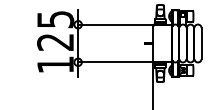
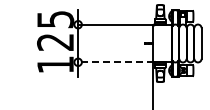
line at (115, 62): solid -> dashed
